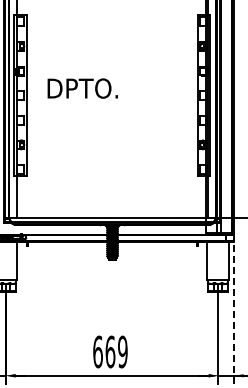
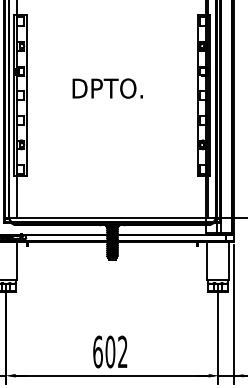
text at (82, 88) position: (82, 88) -> (107, 88)
line at (234, 314): dashed -> solid
text at (116, 351): 669 -> 602
